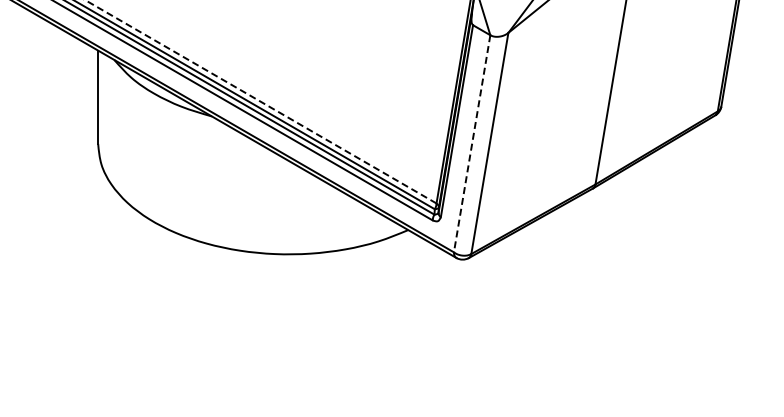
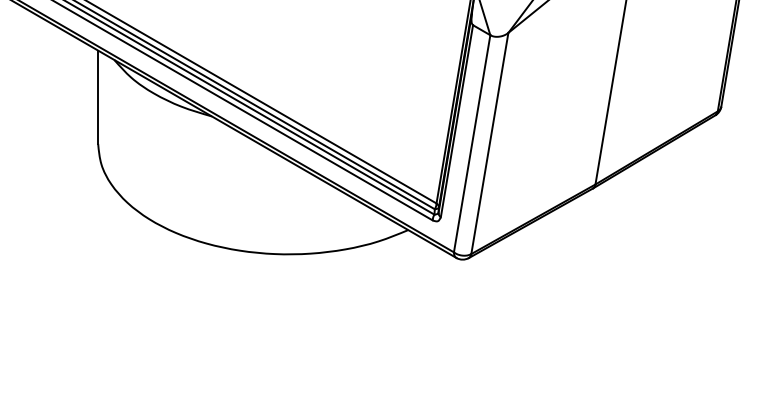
line at (260, 101): dashed -> solid
line at (472, 144): dashed -> solid
